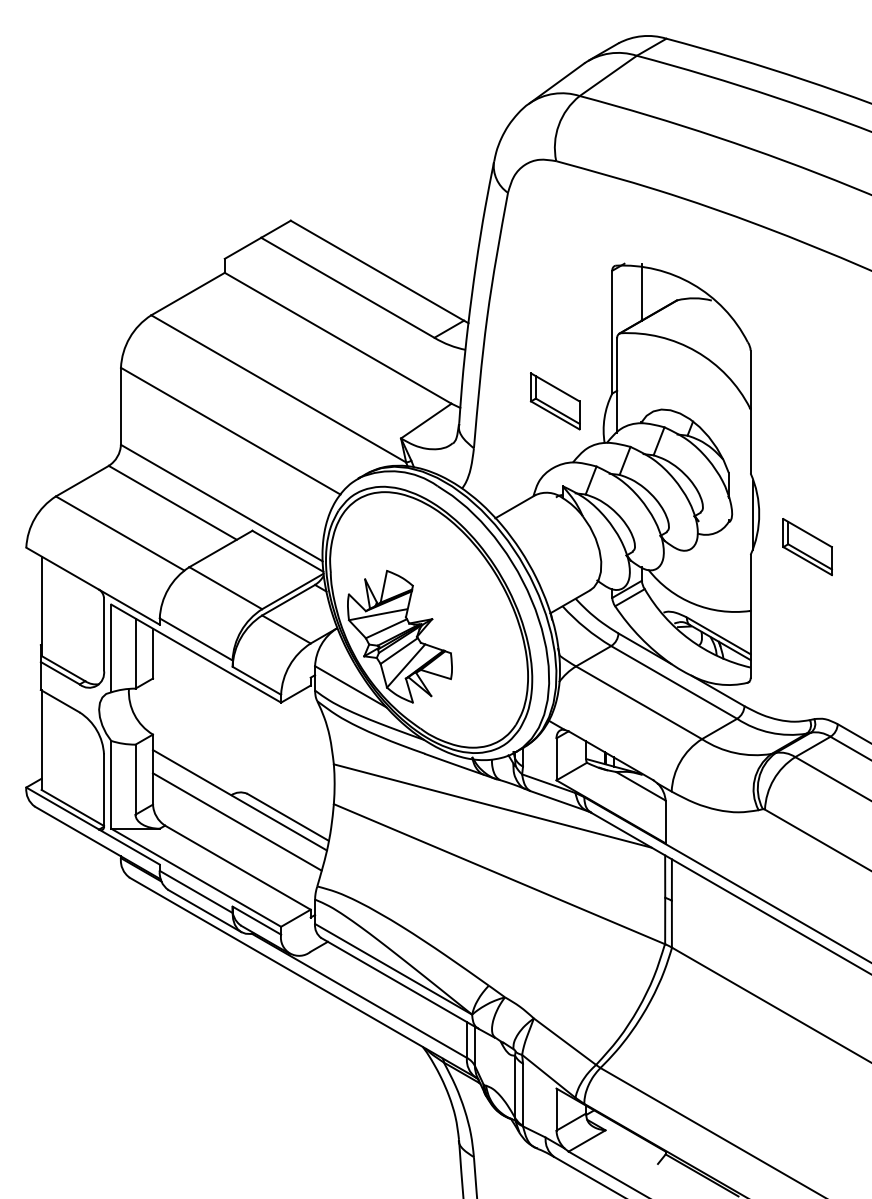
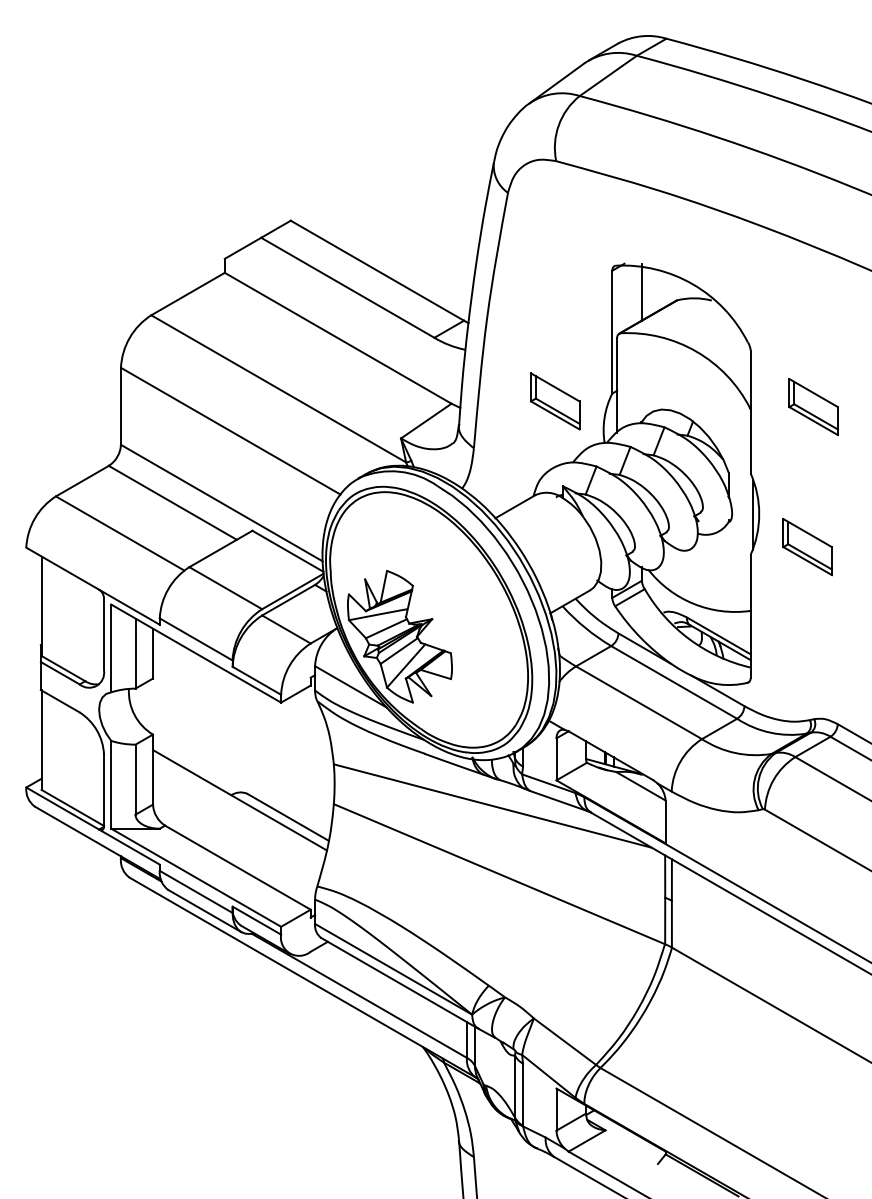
part at (813, 407): none -> present
line at (237, 821): present -> none
